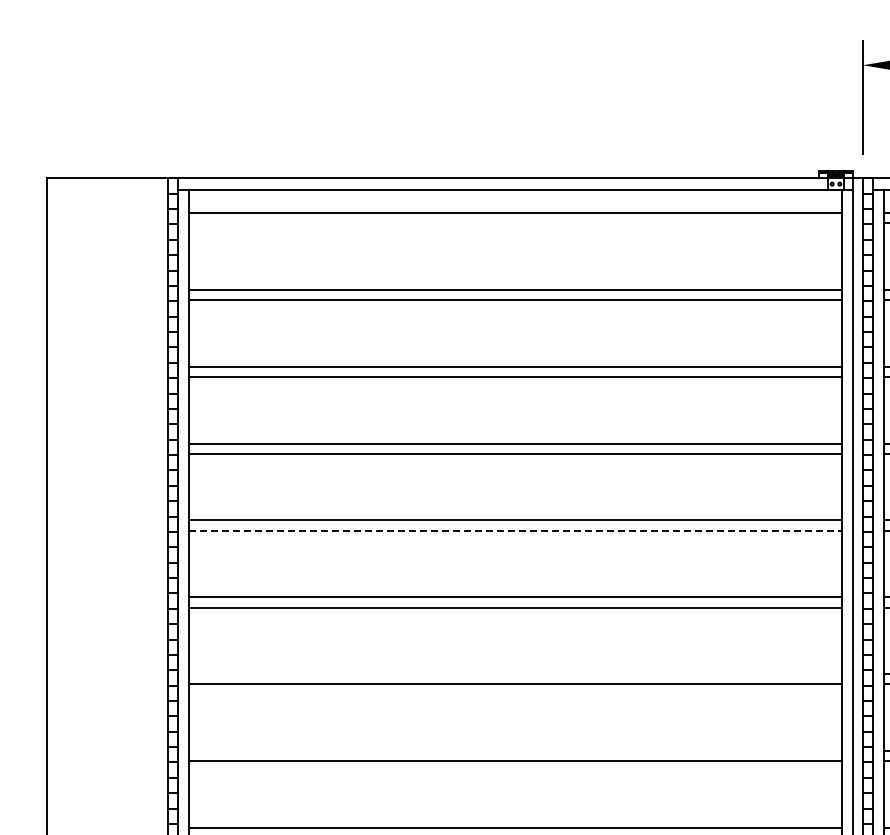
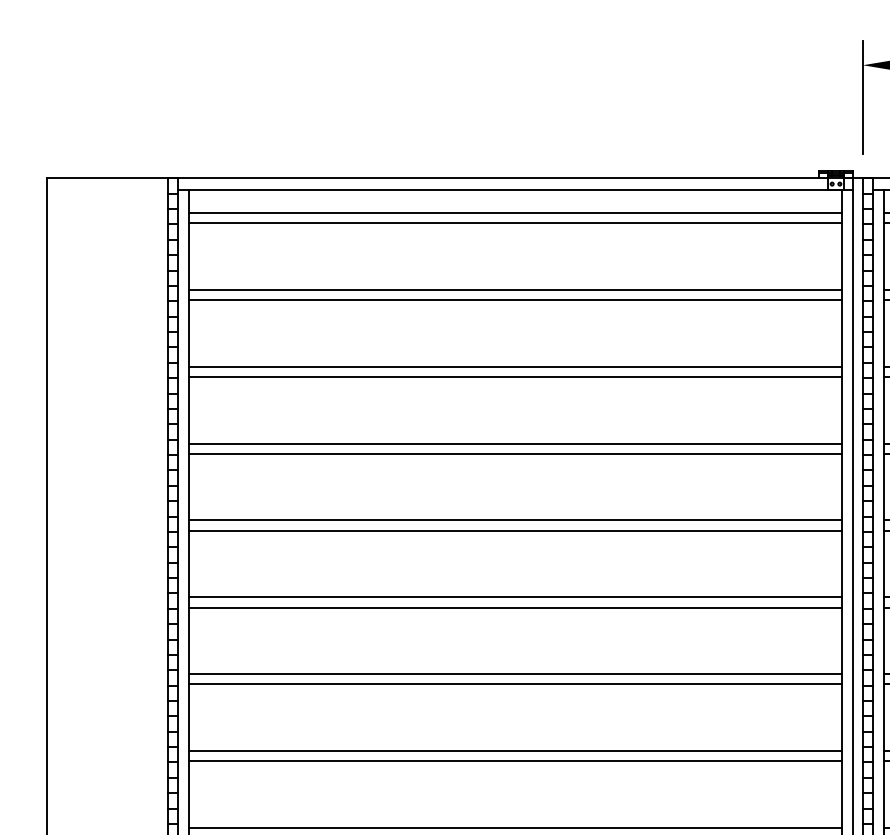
line at (515, 223): none -> present
line at (516, 530): dashed -> solid
line at (515, 674): none -> present
line at (515, 750): none -> present
